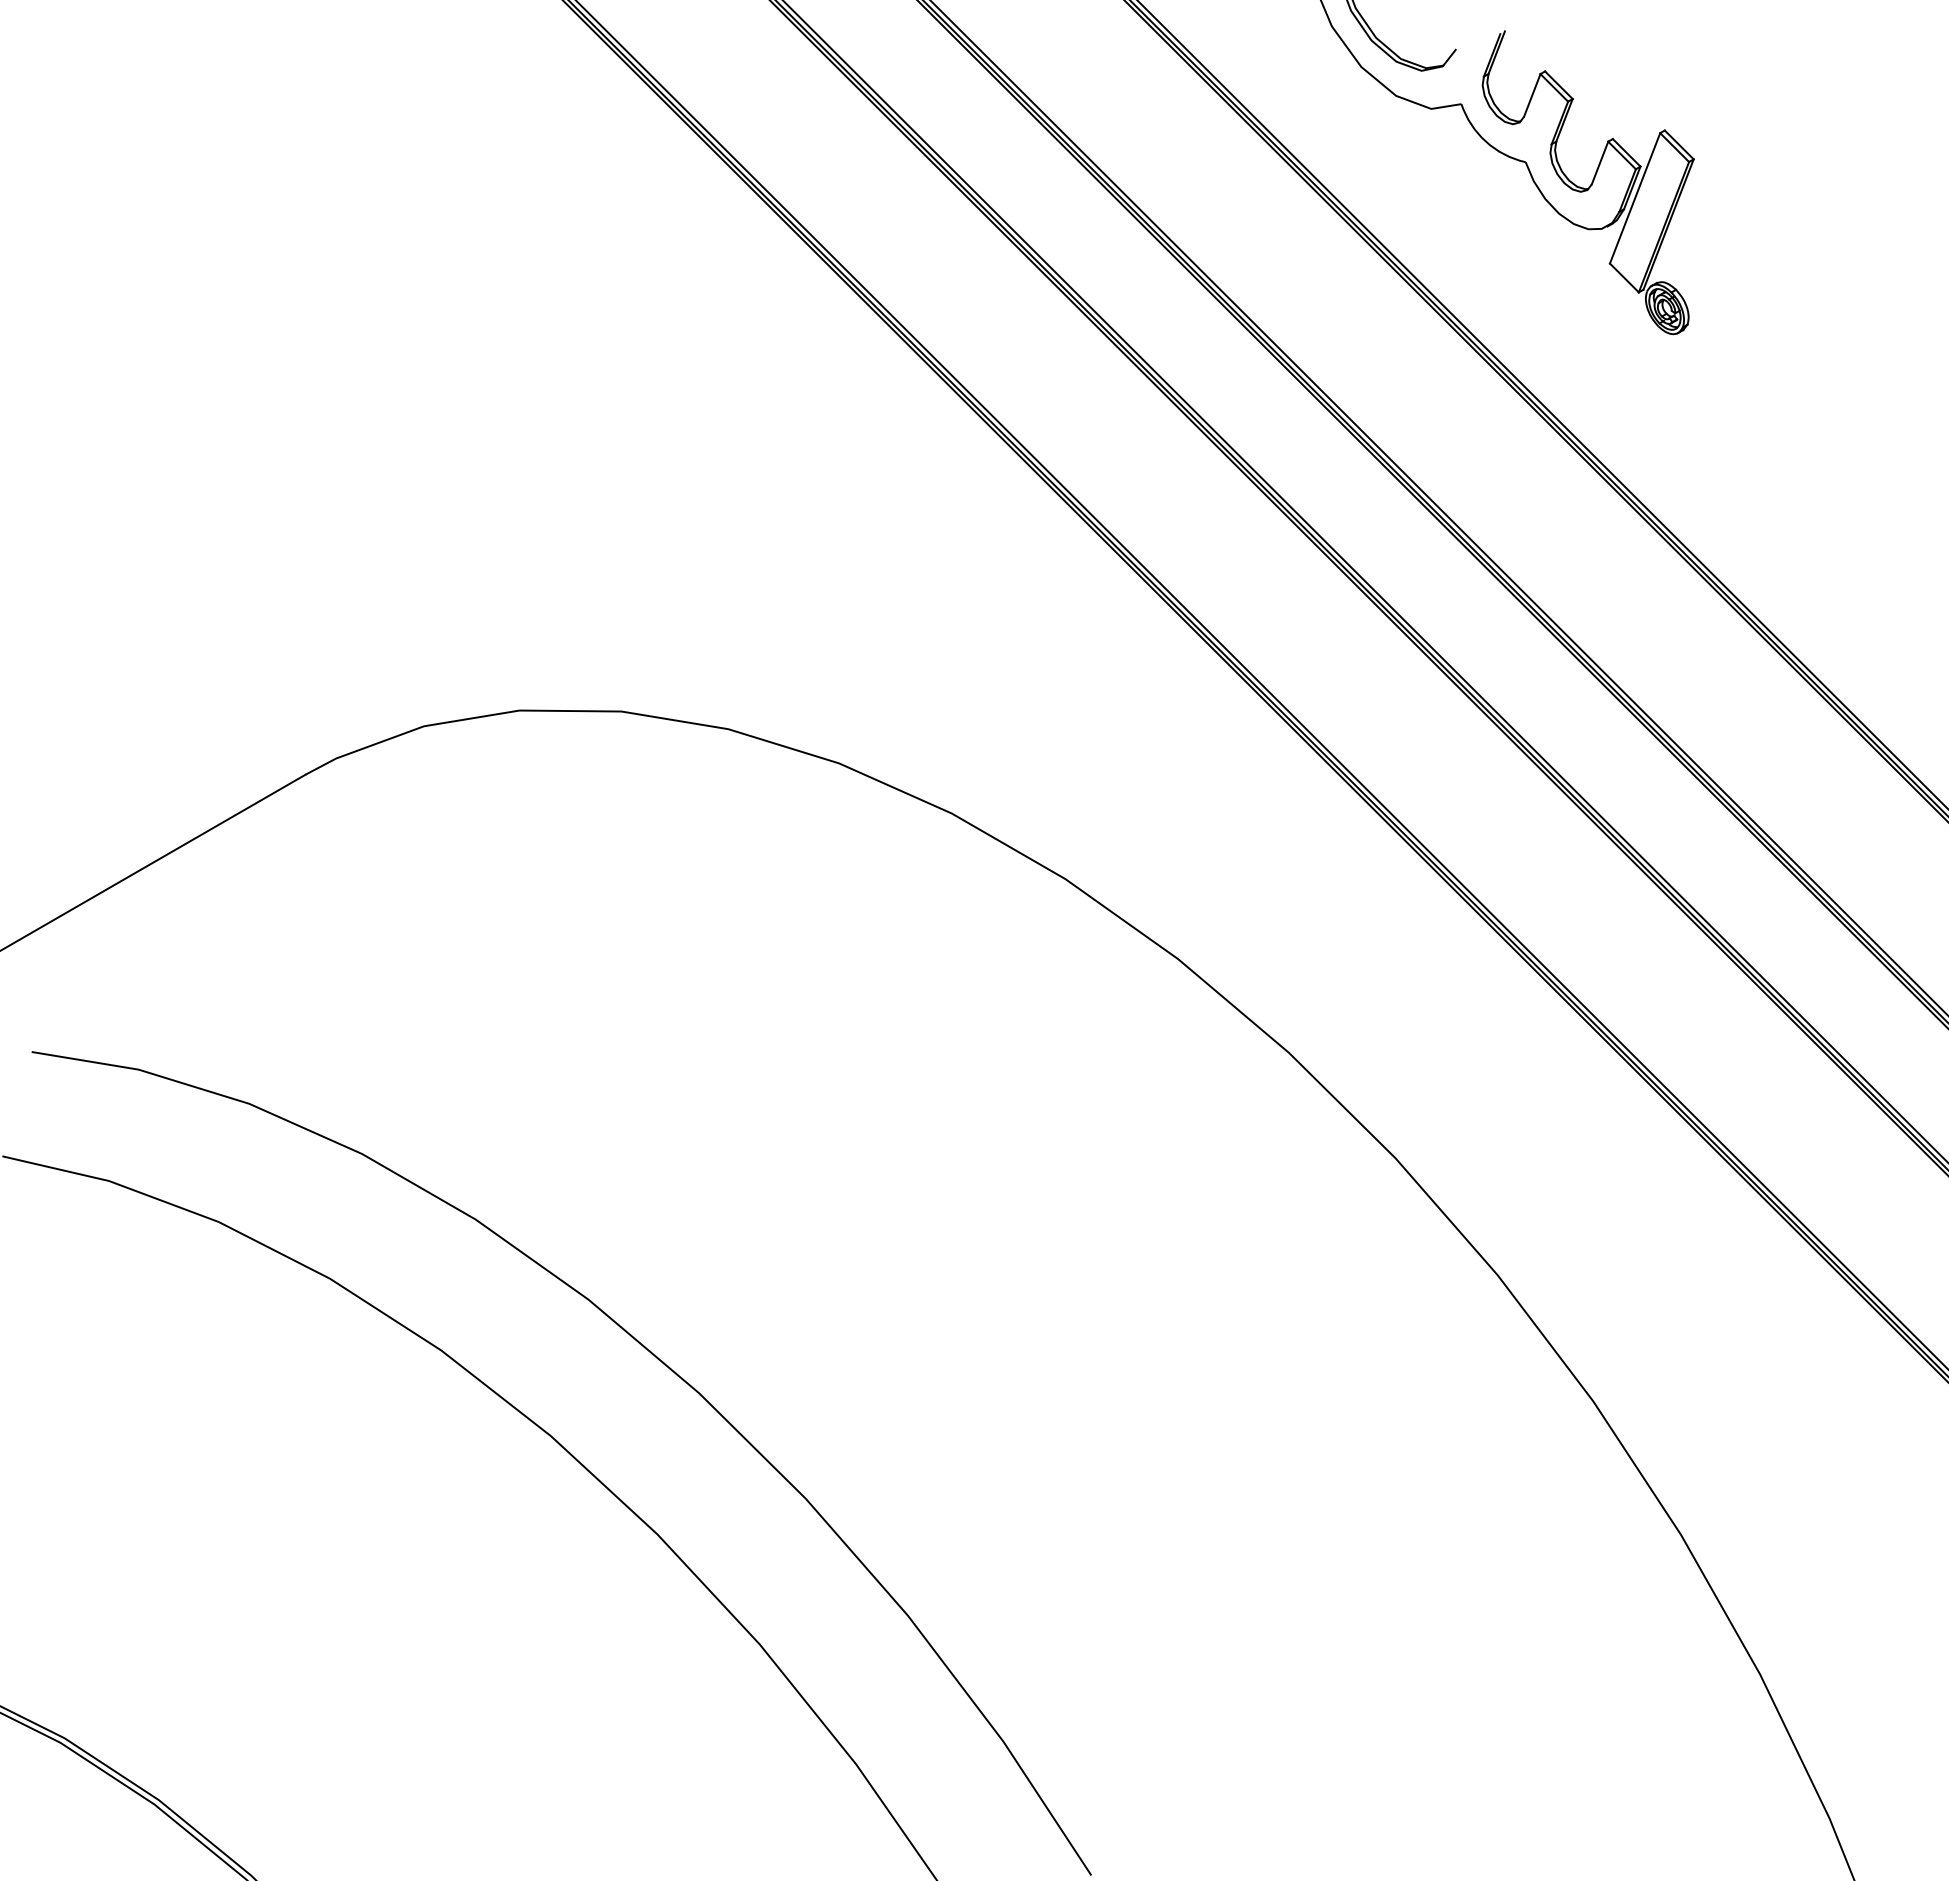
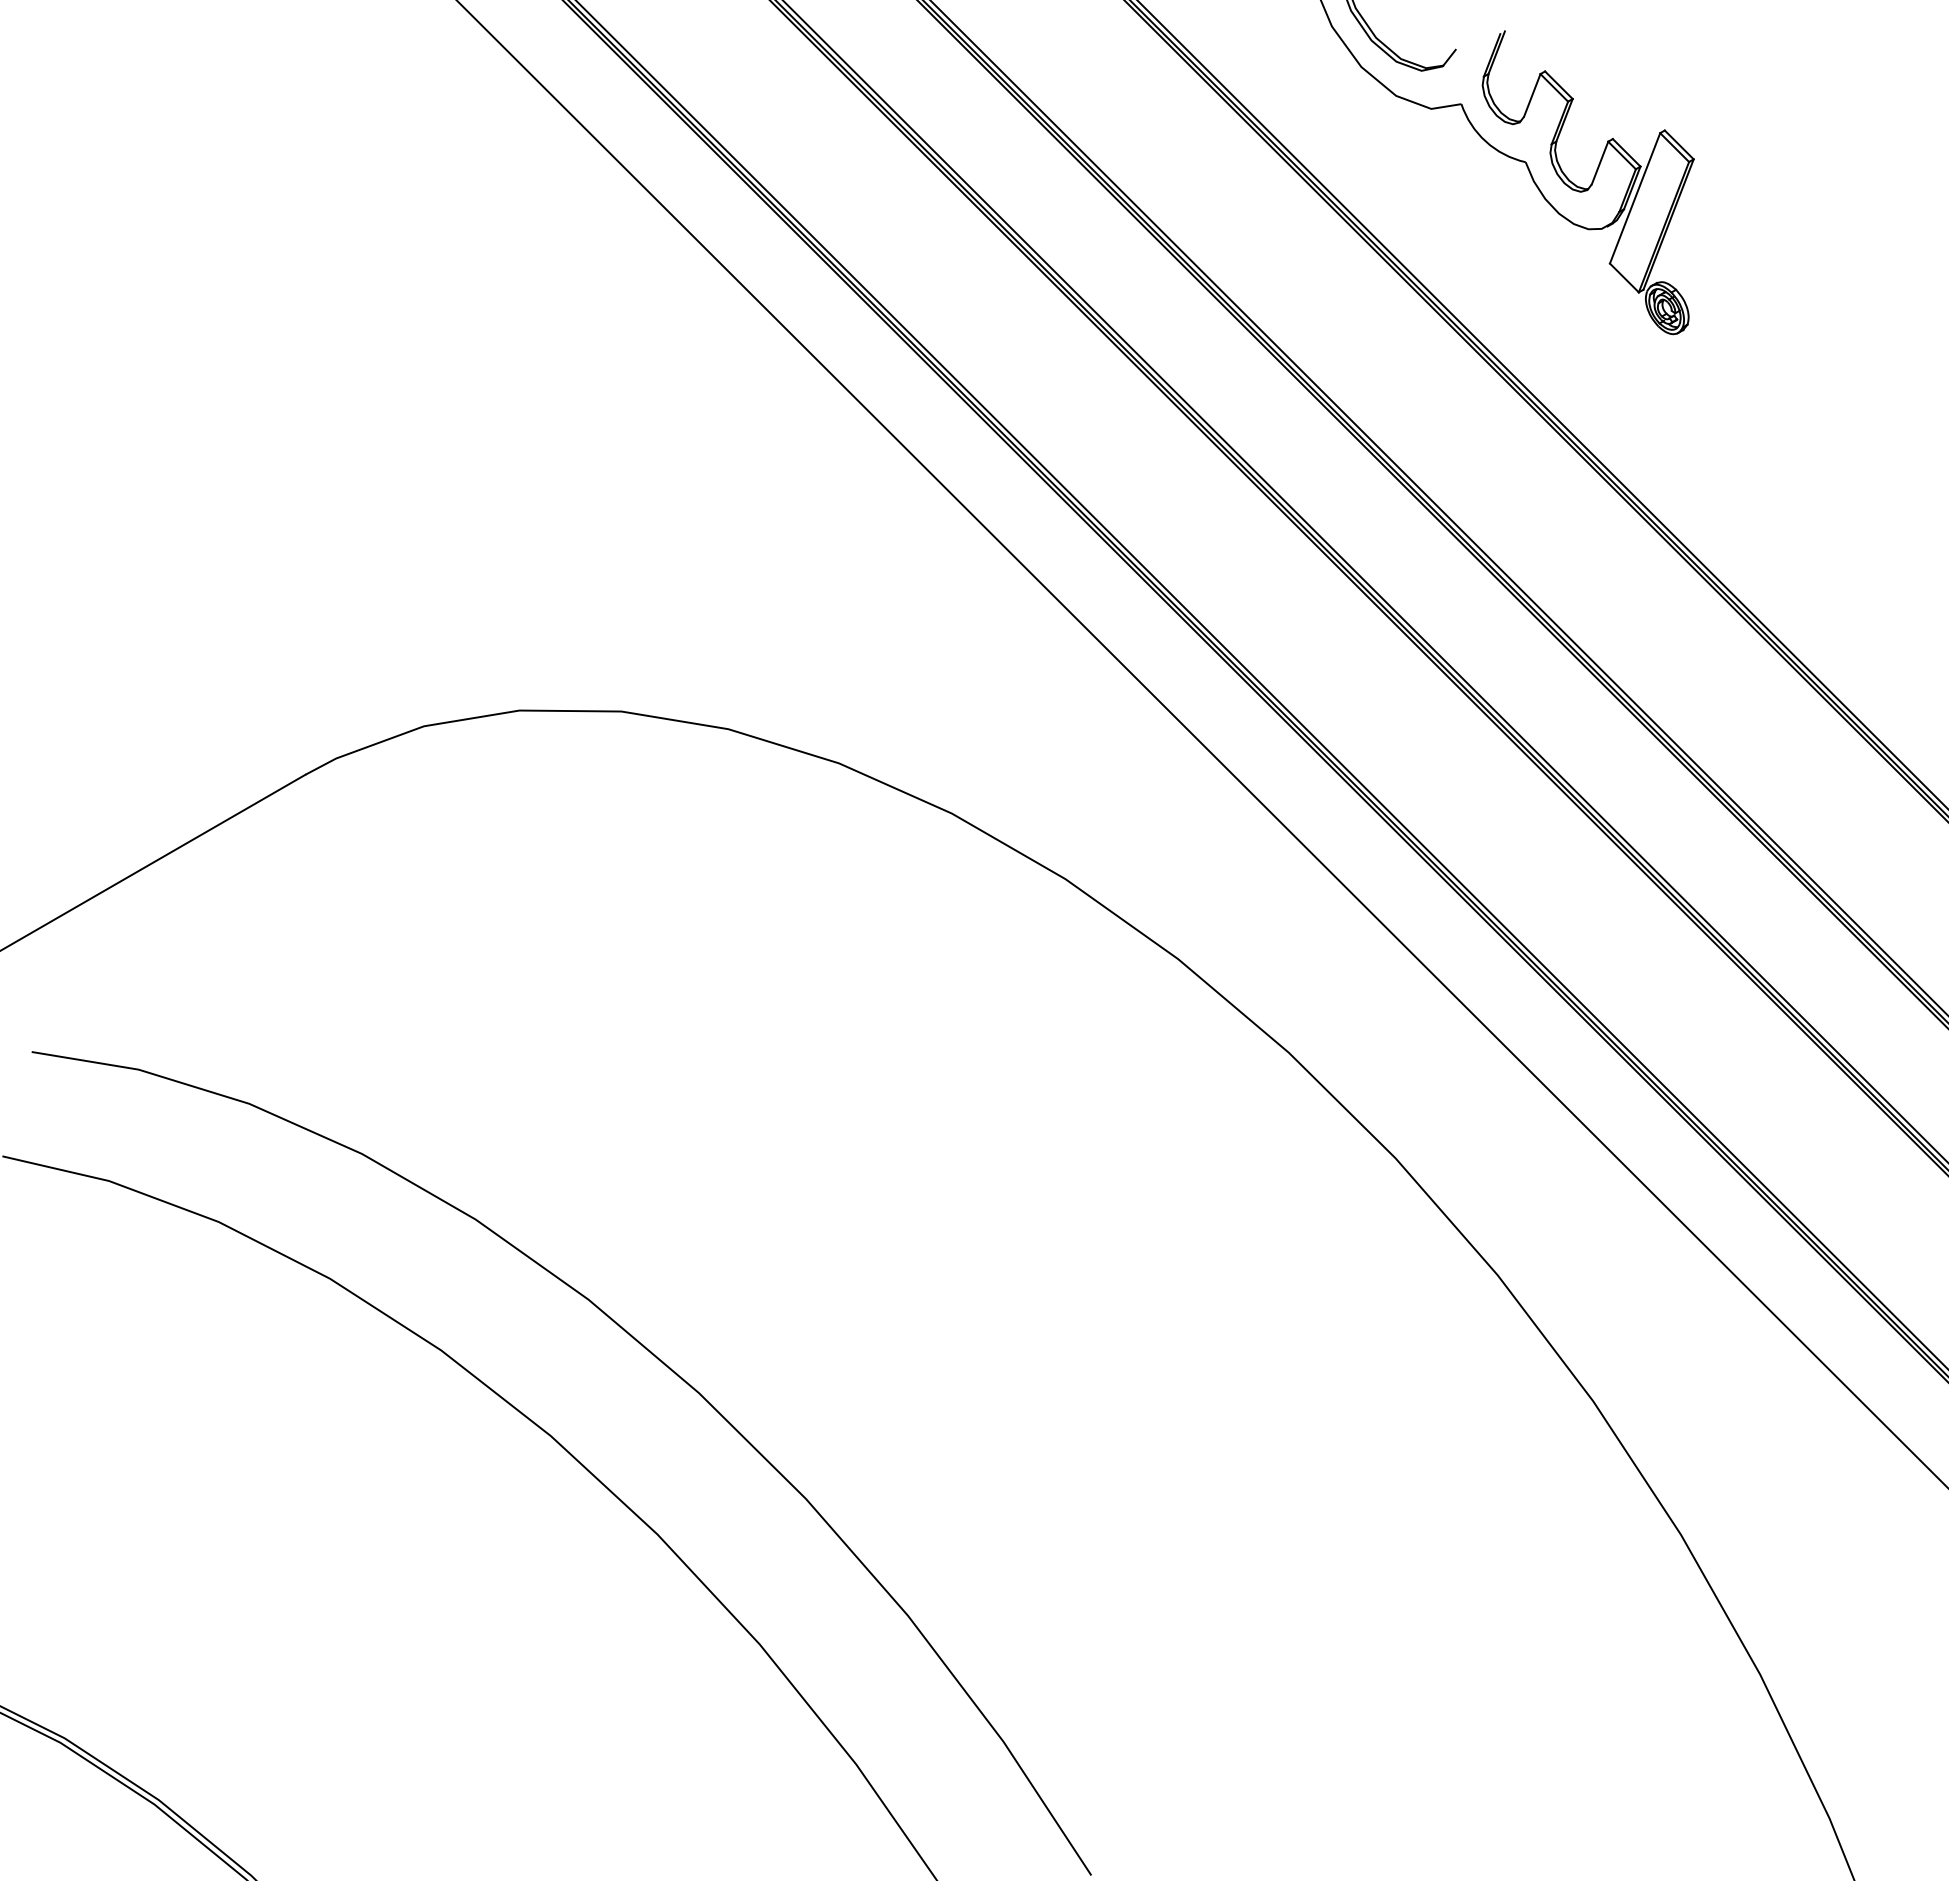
line at (1201, 743): none -> present
